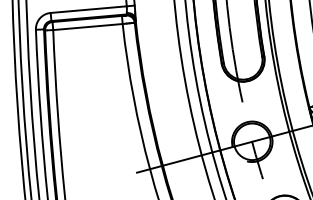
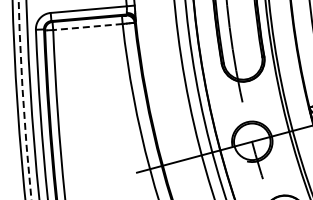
line at (87, 27): solid -> dashed
arc at (23, 99): solid -> dashed
